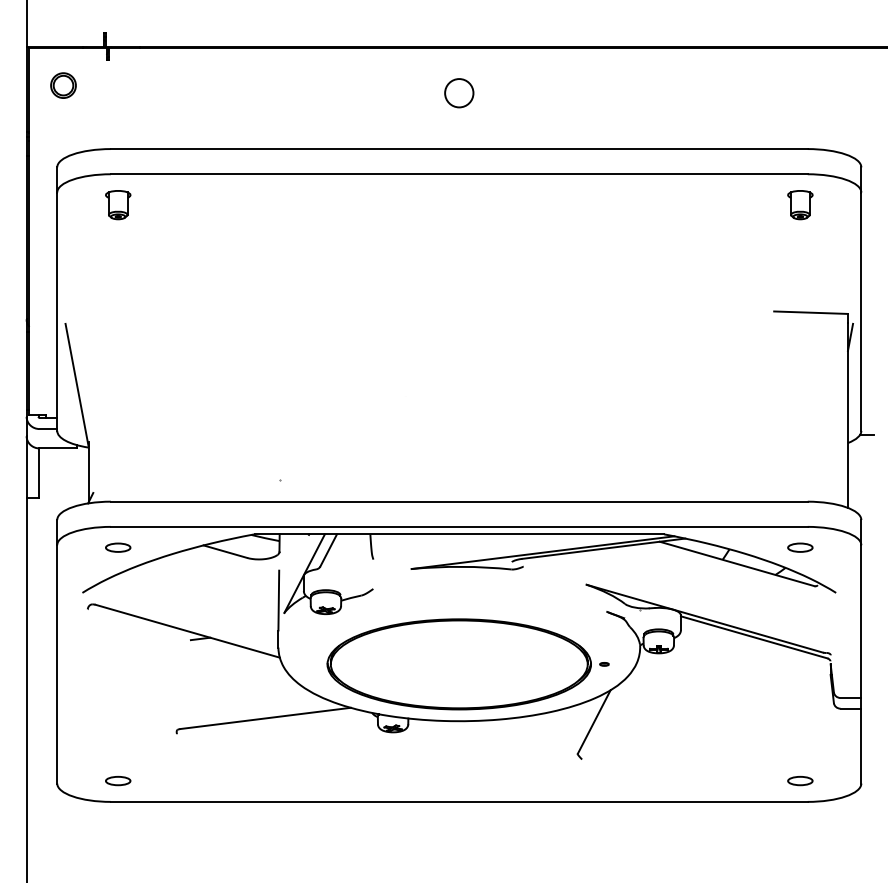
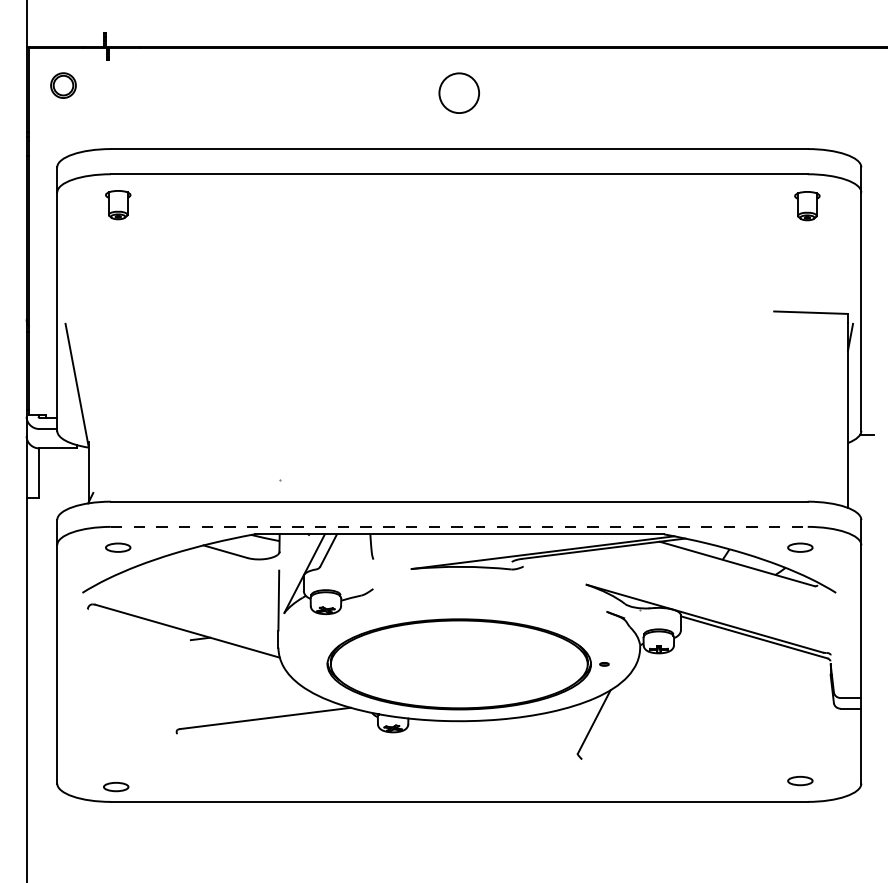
circle at (459, 93) diameter: 28 px -> 40 px
part at (800, 205) position: (800, 205) -> (807, 206)
line at (459, 526): solid -> dashed
part at (118, 781) position: (118, 781) -> (116, 787)
